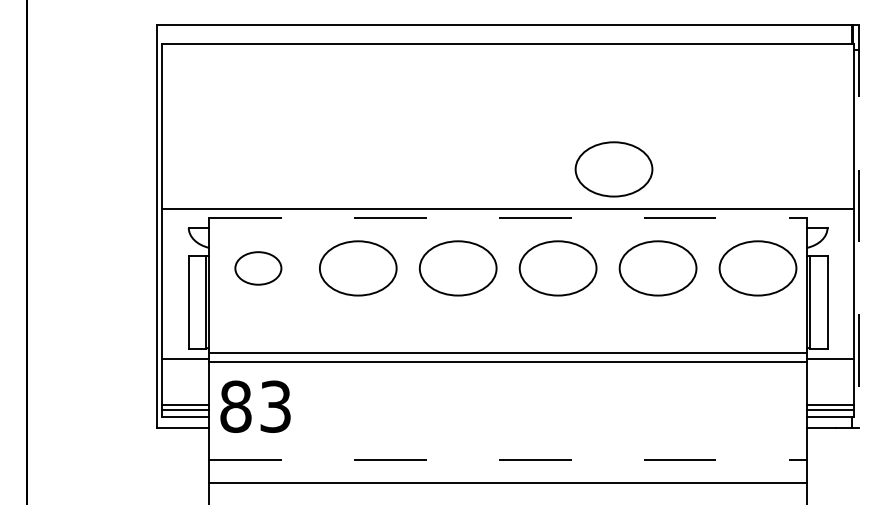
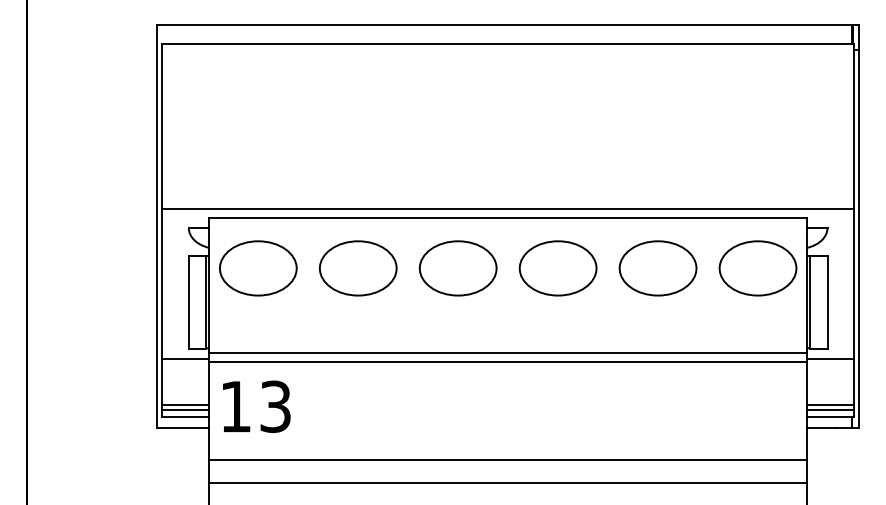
part at (613, 169): present -> none
line at (508, 218): dashed -> solid
line at (859, 226): dashed -> solid
part at (258, 268) size: 49x35 px -> 79x57 px
text at (235, 406): 83 -> 13
line at (508, 459): dashed -> solid
